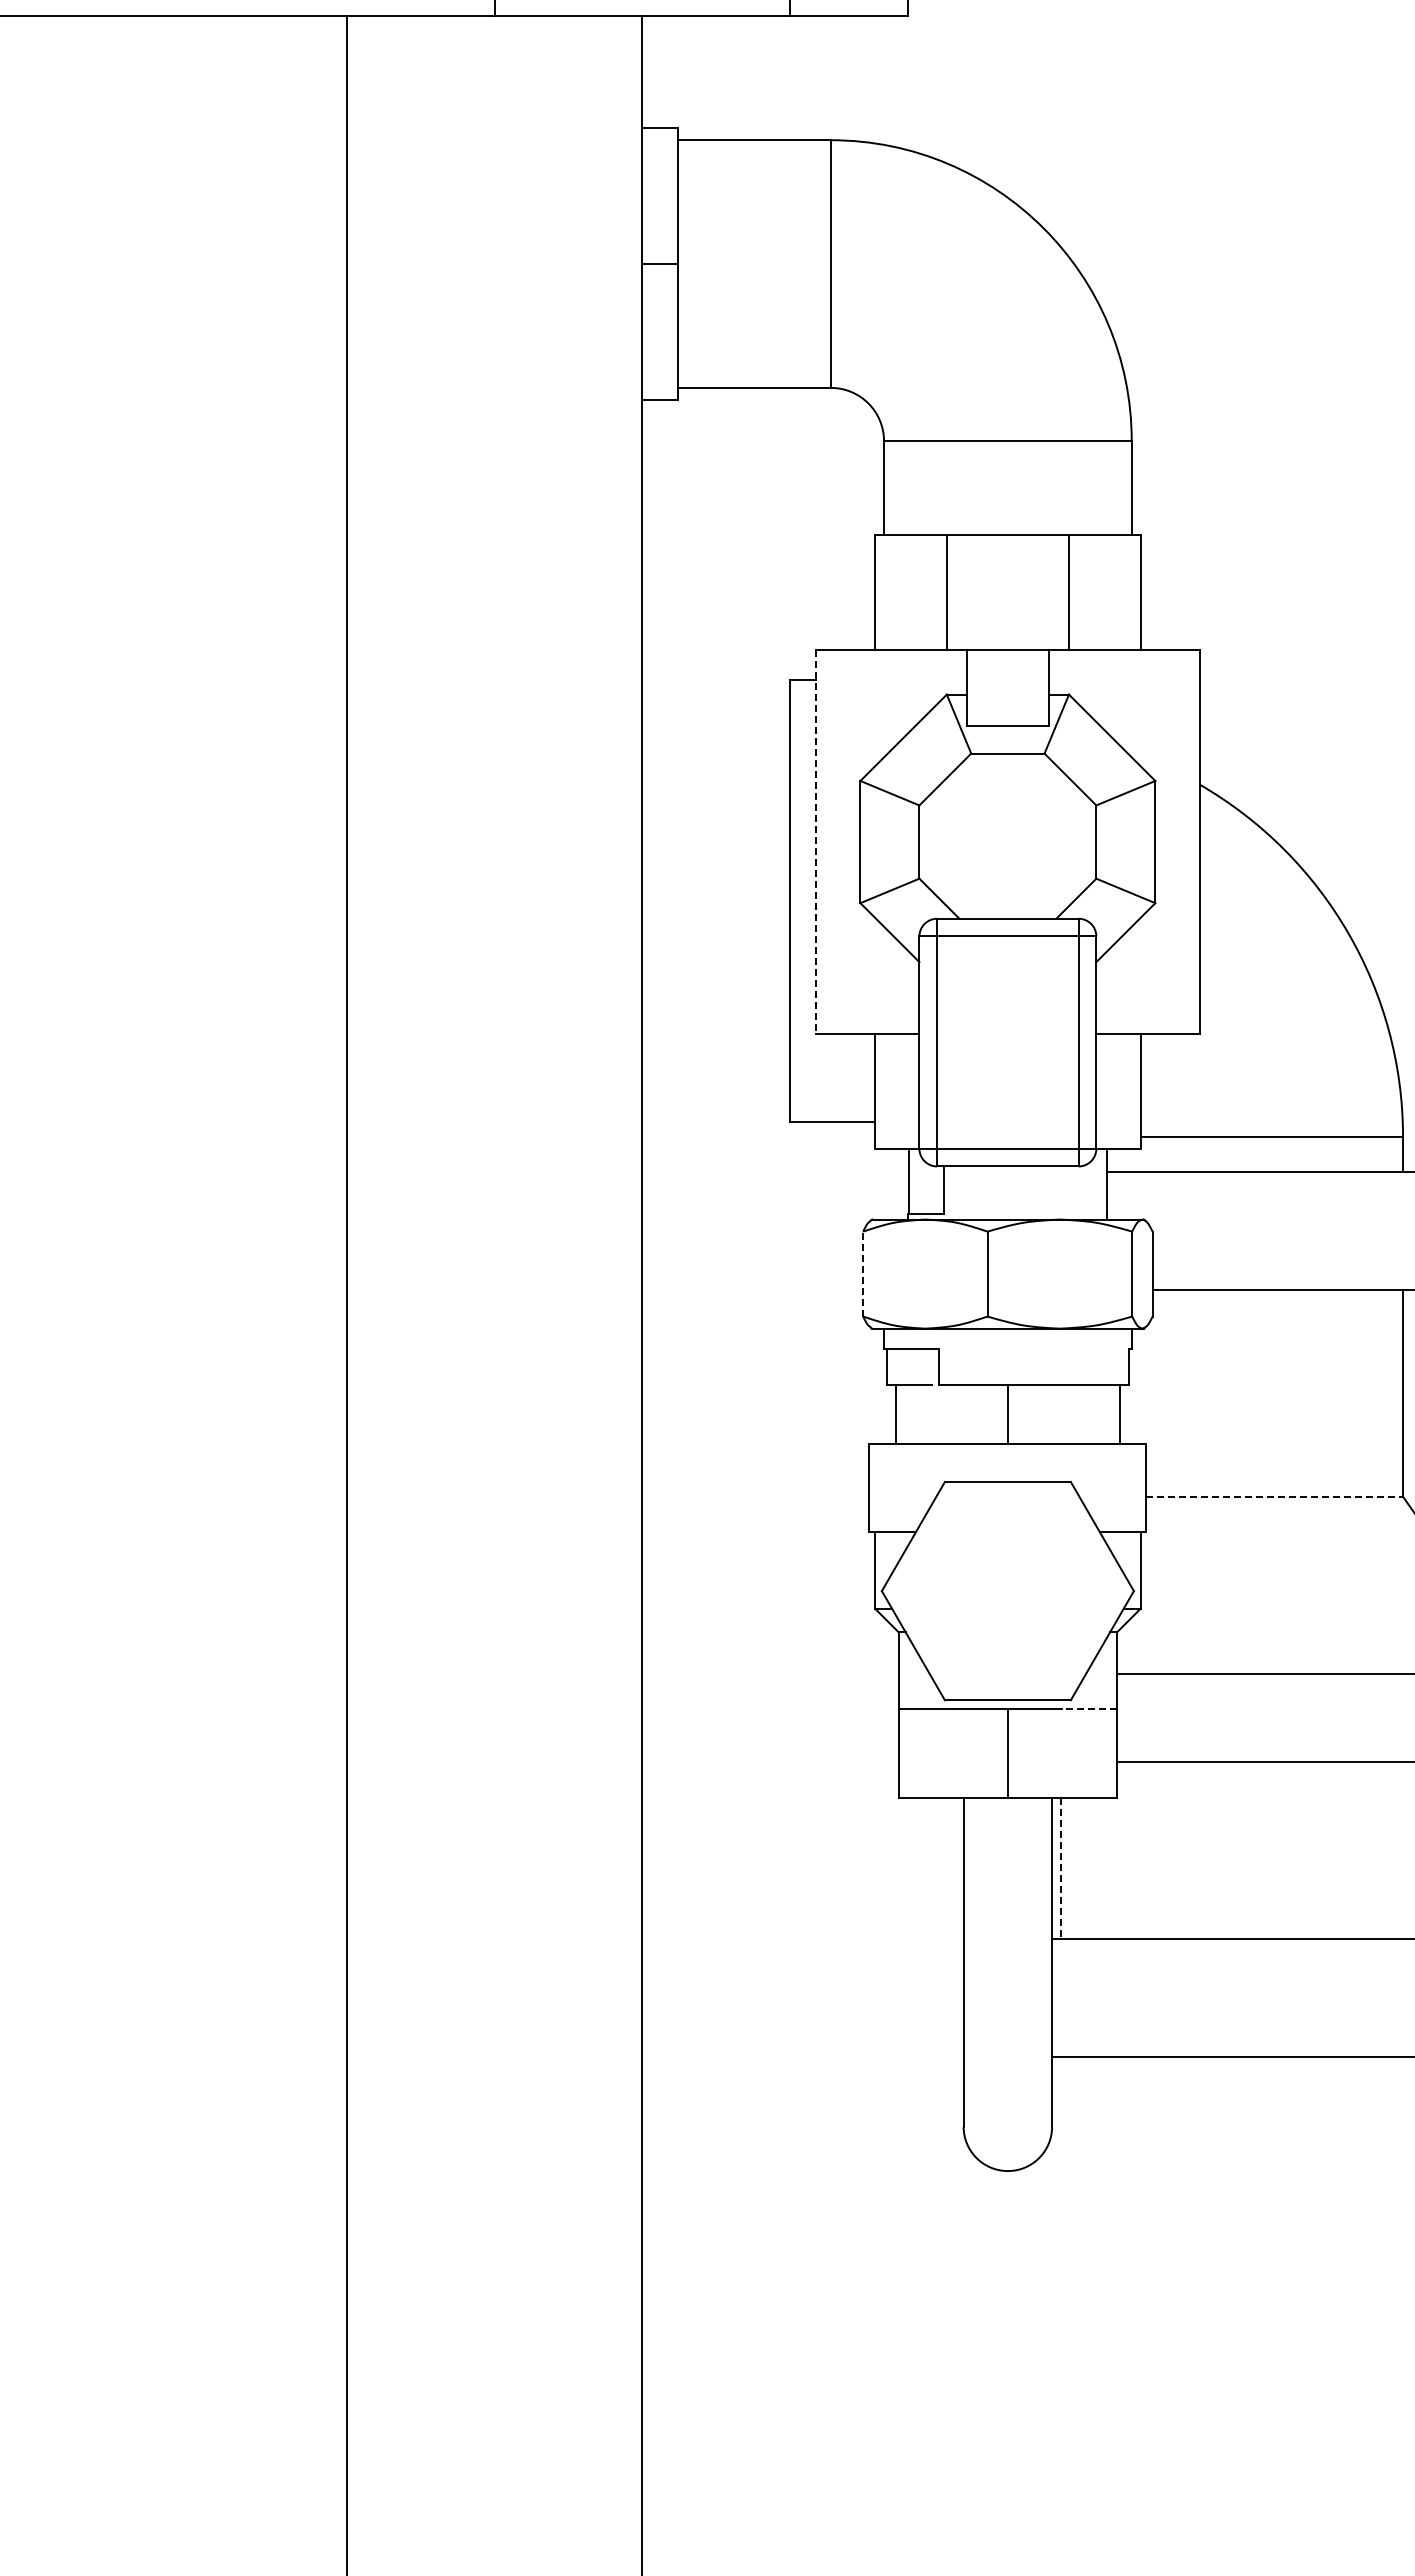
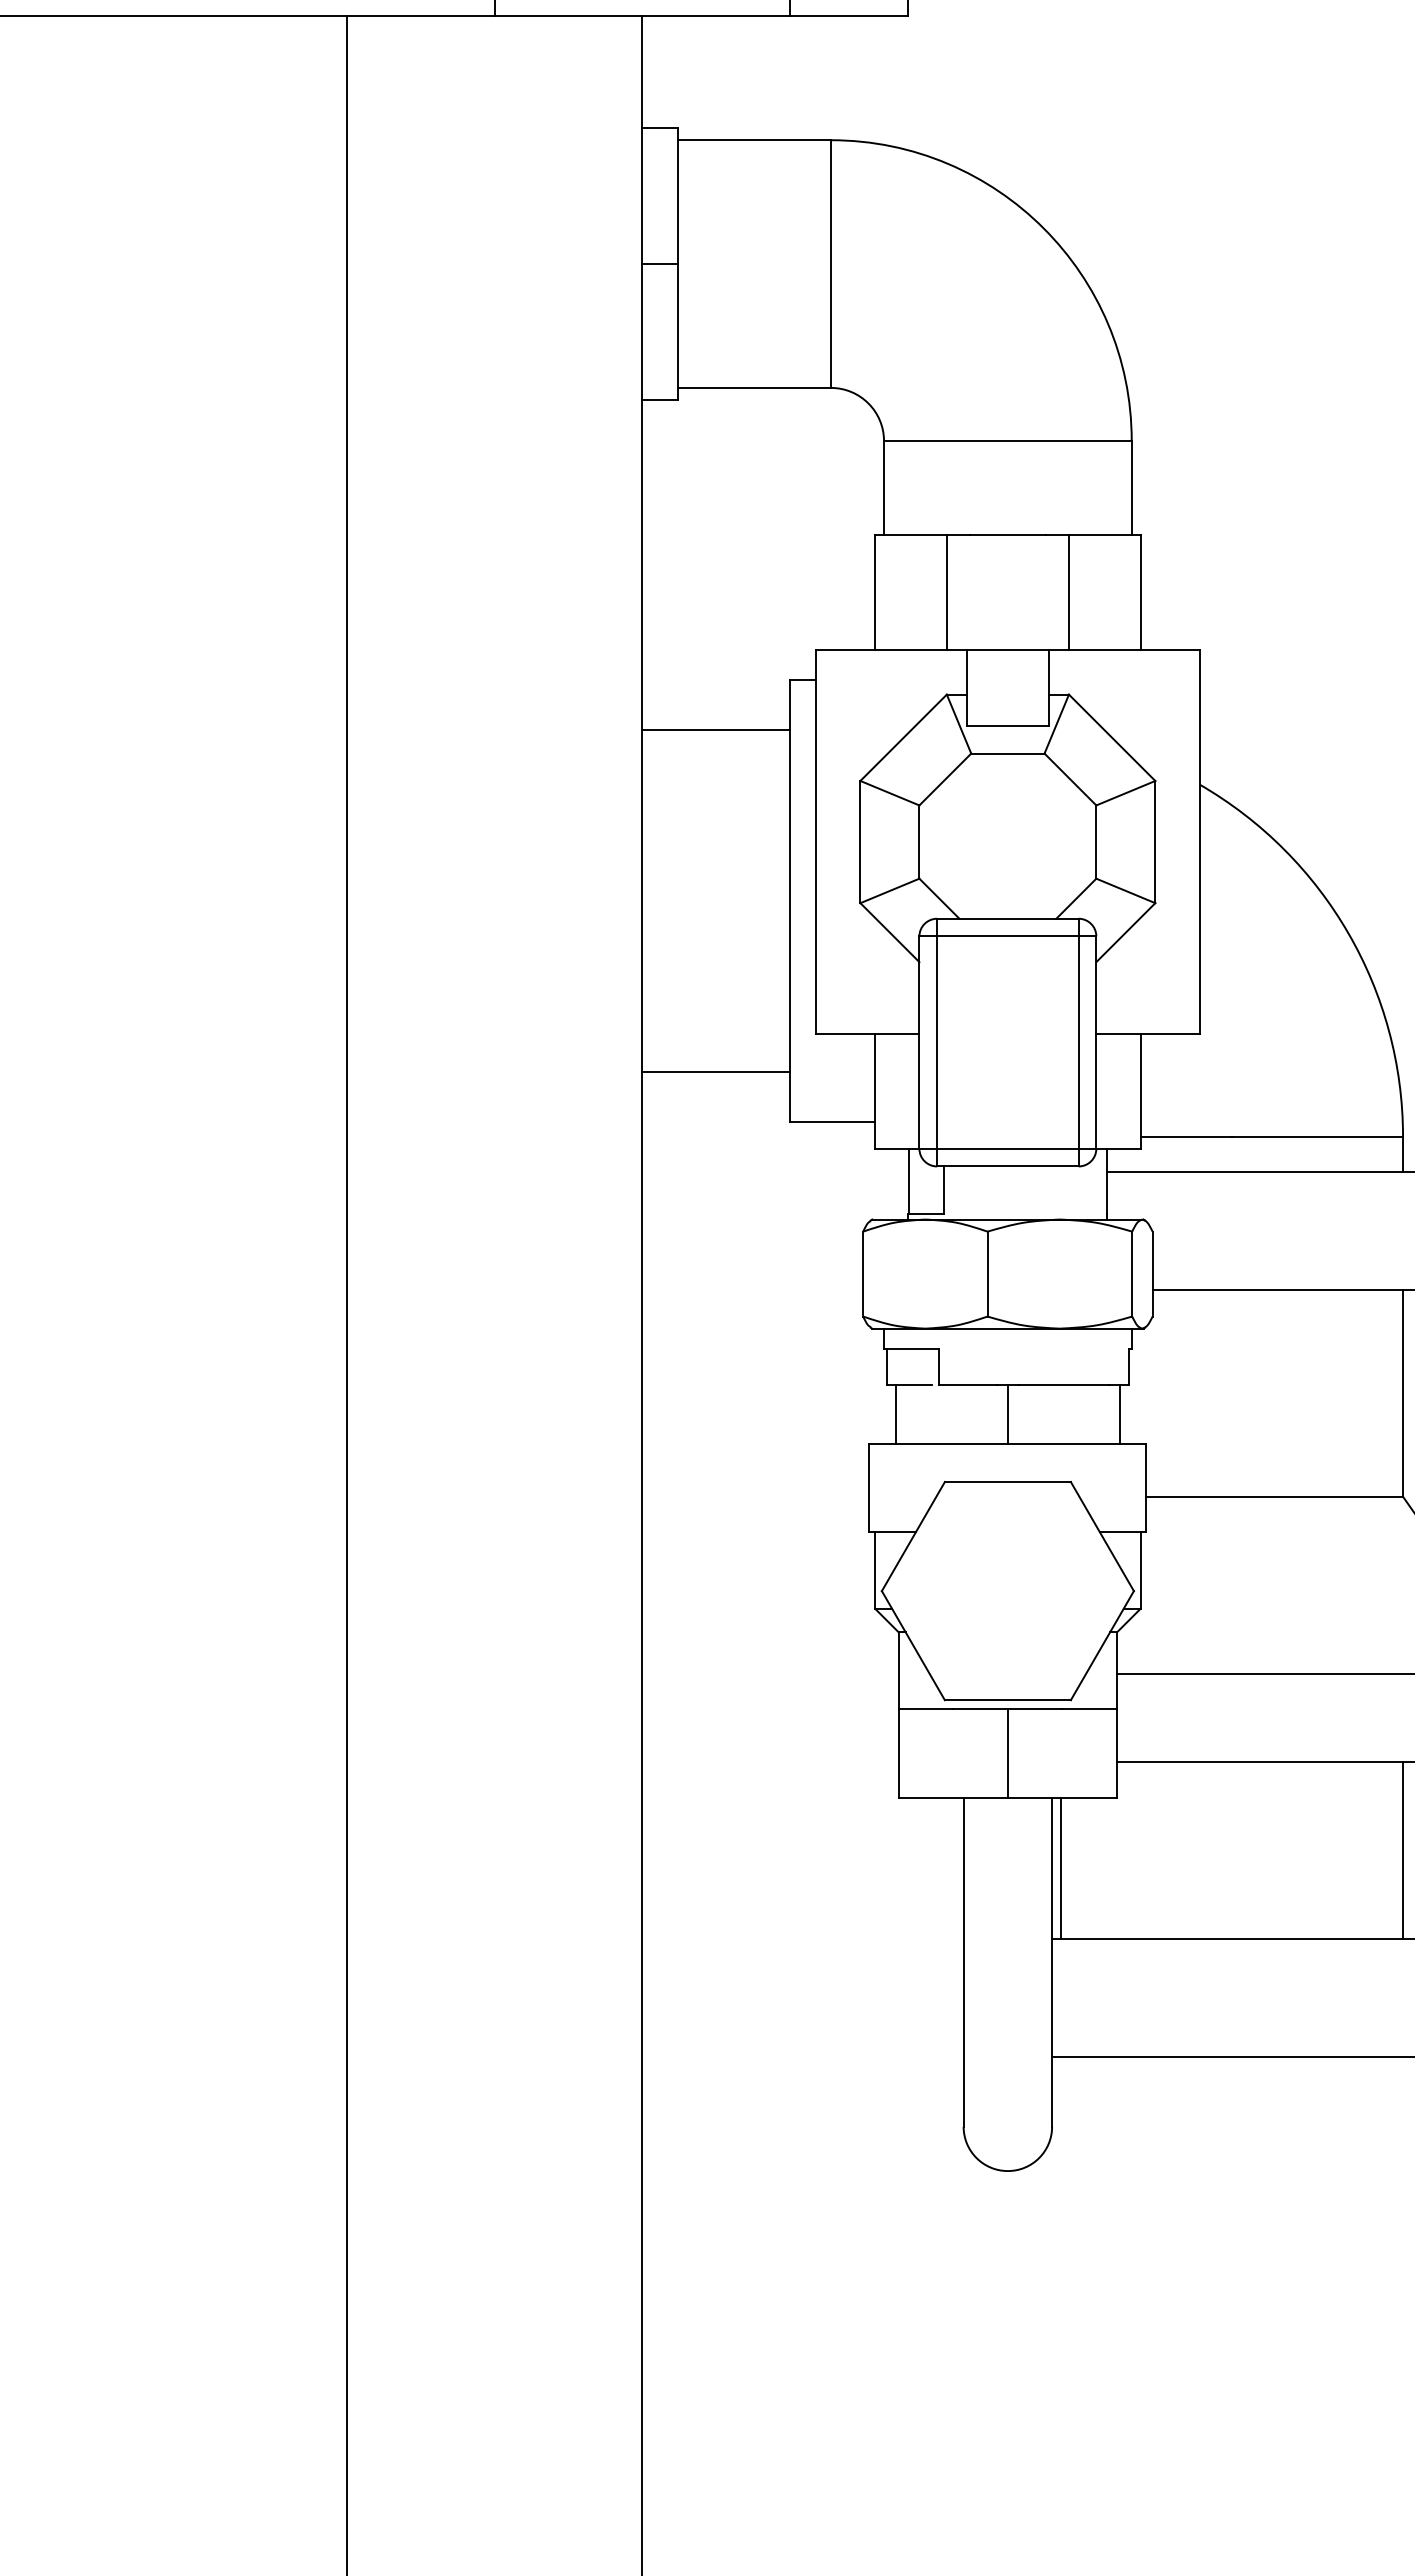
line at (715, 730): none -> present
line at (816, 842): dashed -> solid
line at (715, 1072): none -> present
line at (863, 1273): dashed -> solid
line at (1275, 1496): dashed -> solid
line at (1089, 1709): dashed -> solid
line at (1403, 1850): none -> present
line at (1060, 1868): dashed -> solid
